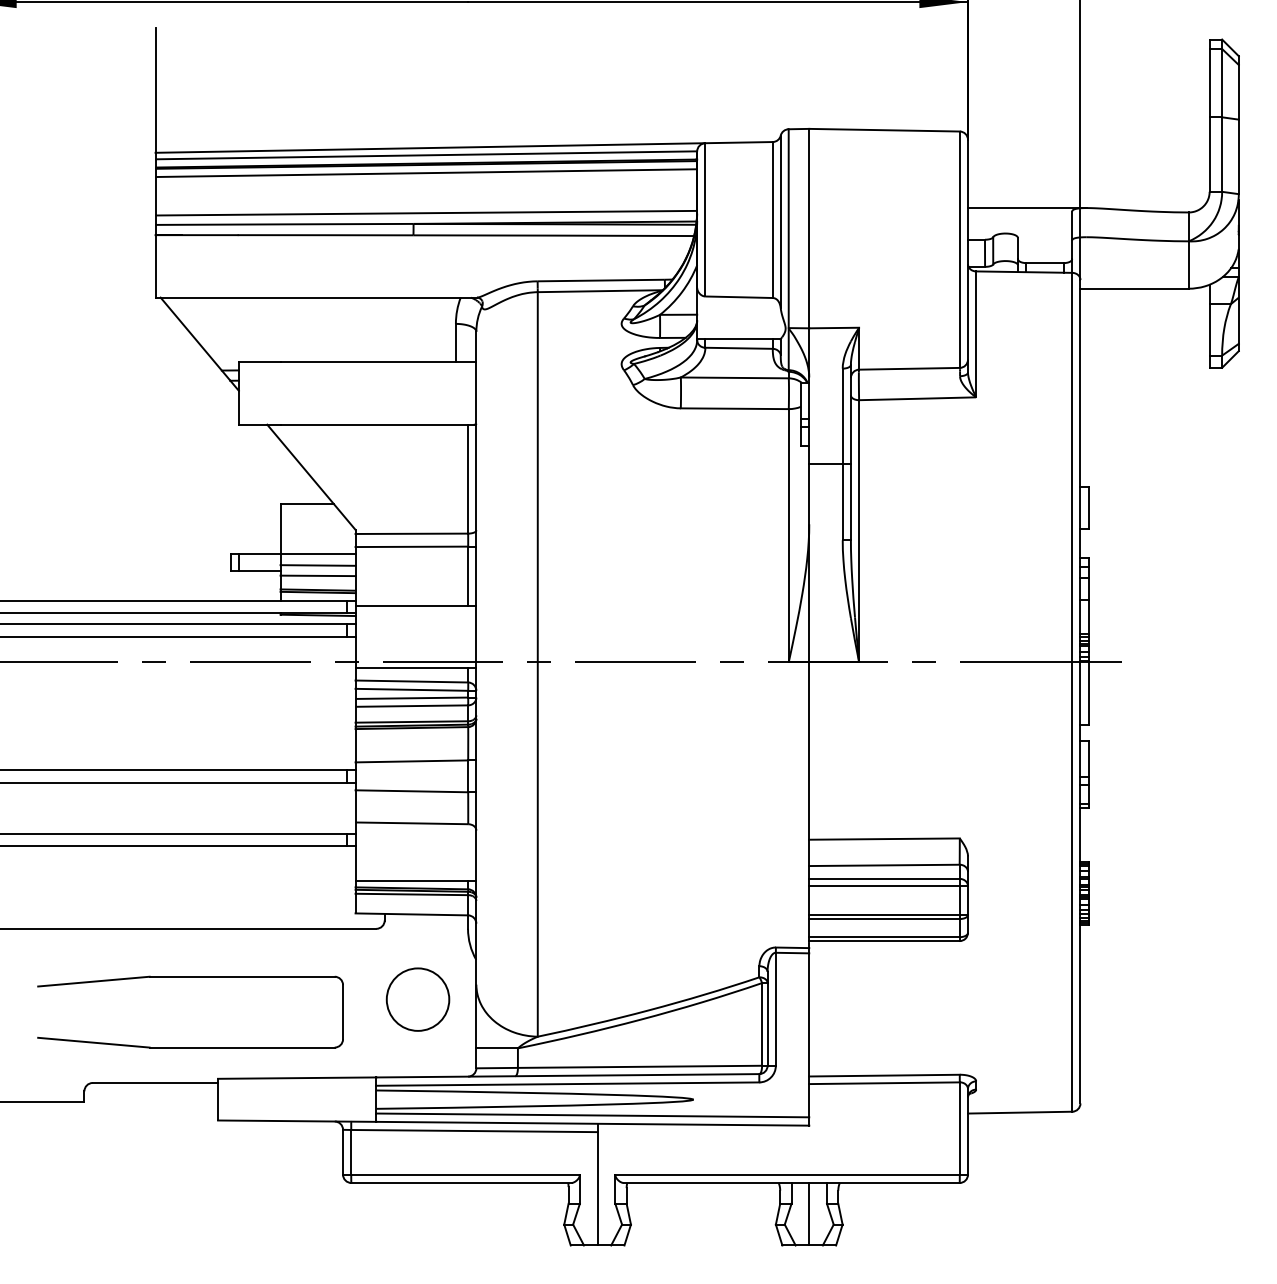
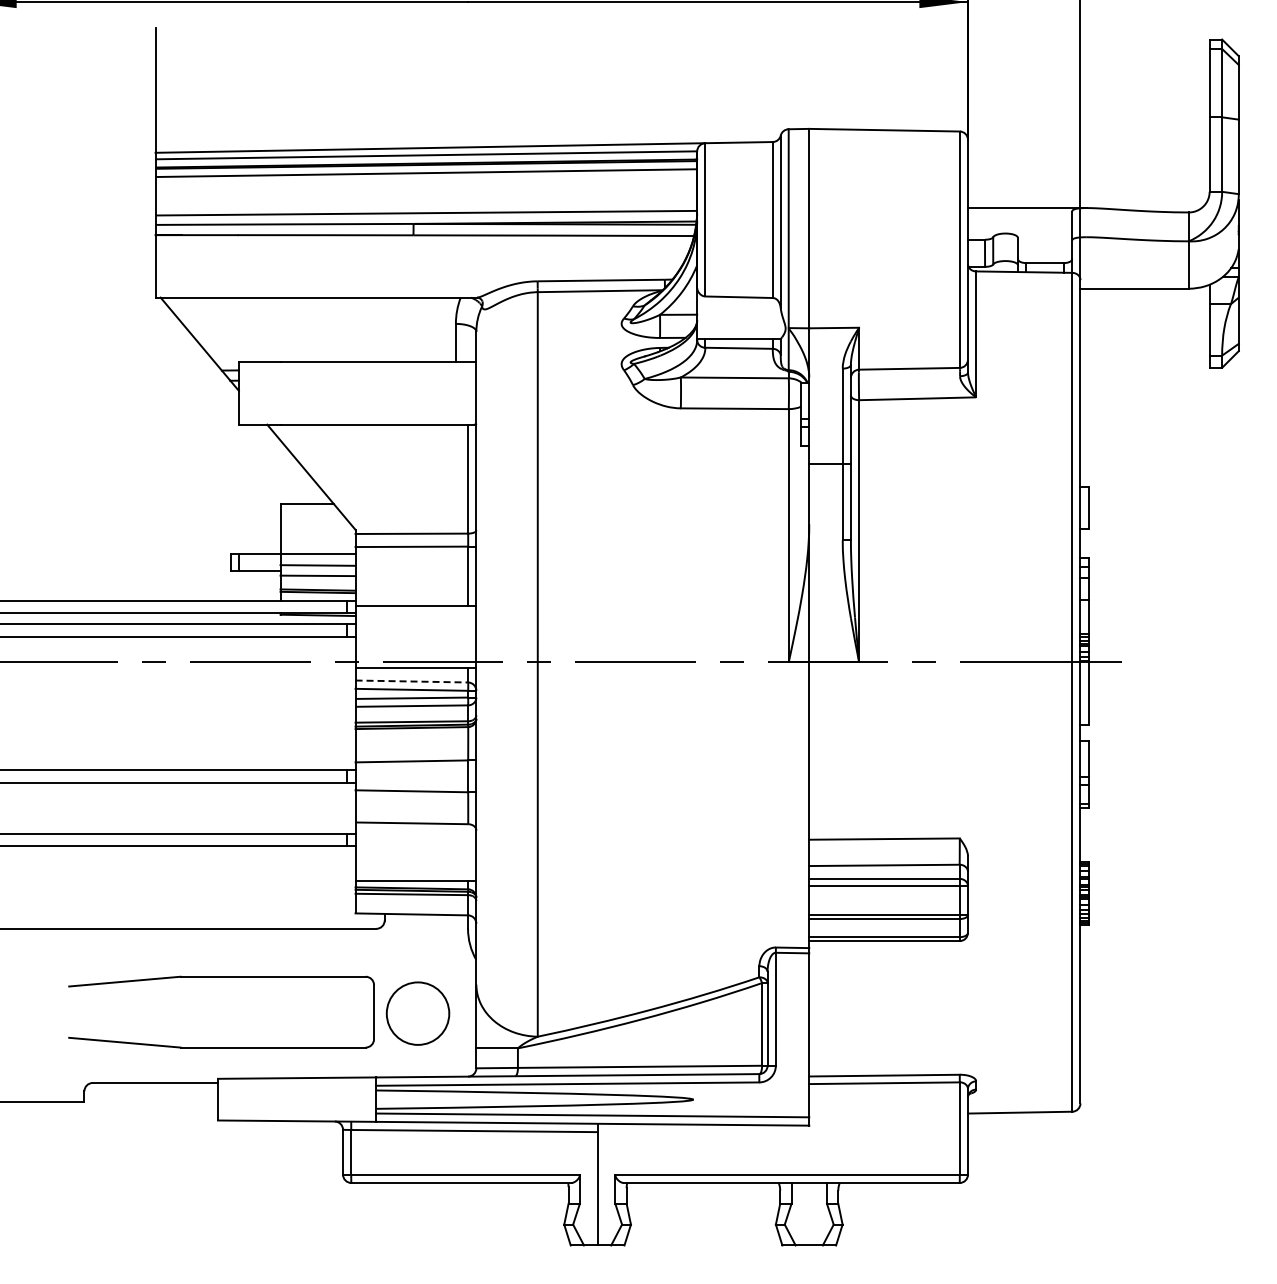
line at (412, 681): solid -> dashed
part at (190, 977) position: (190, 977) -> (221, 977)
circle at (417, 999) position: (417, 999) -> (417, 1013)
line at (809, 1213): present -> none
